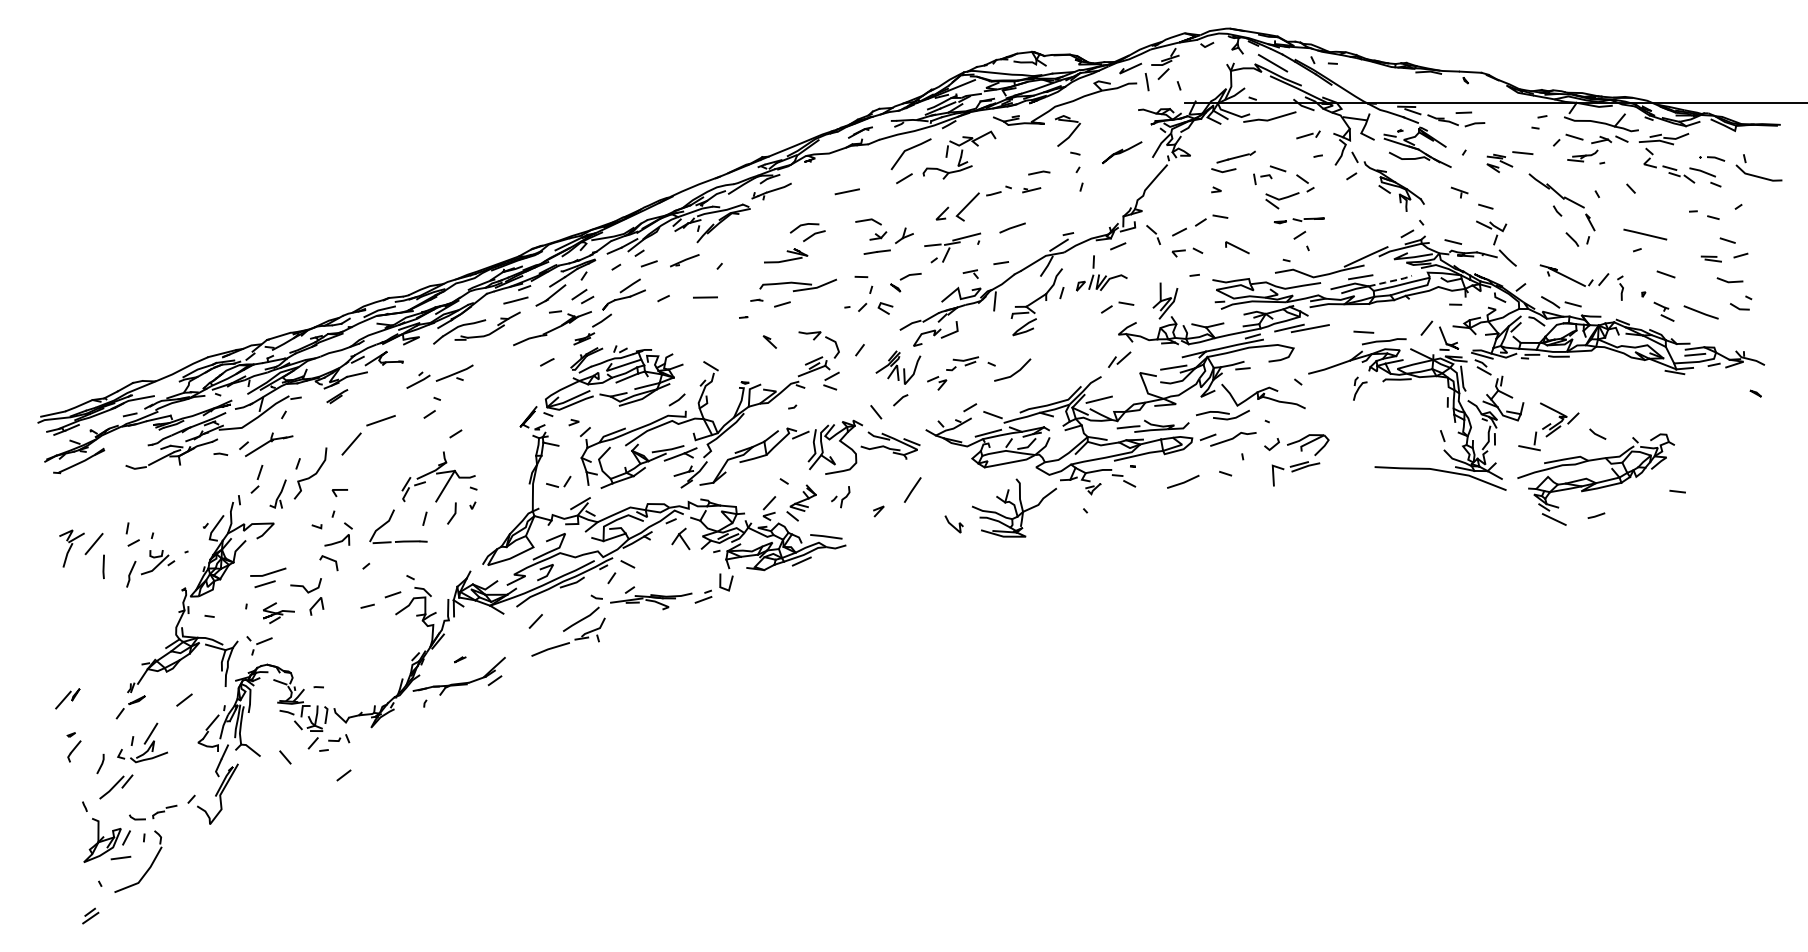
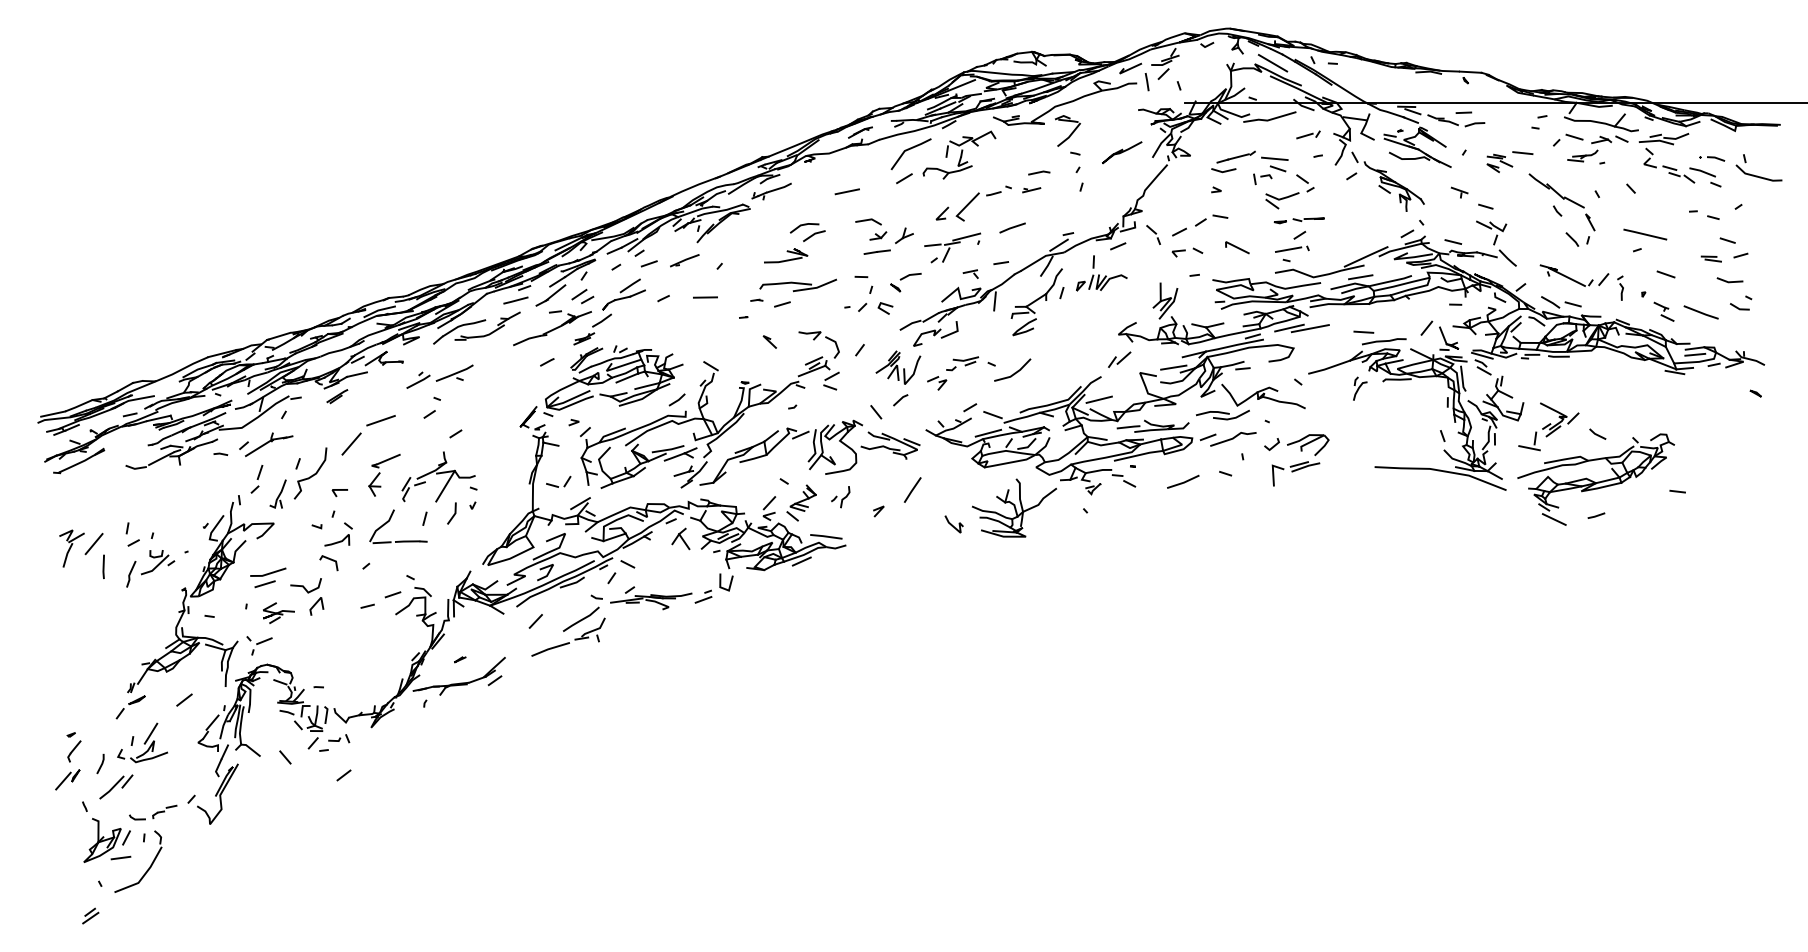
line at (1274, 158): none -> present
line at (1288, 249): none -> present
line at (1390, 281): dashed -> solid
part at (1117, 307): present -> none
part at (384, 475): none -> present
part at (67, 698) position: (67, 698) -> (67, 779)
